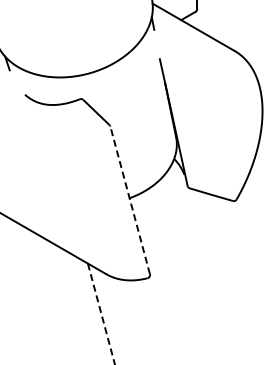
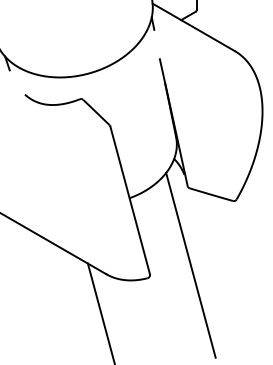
line at (130, 199): dashed -> solid
line at (190, 264): none -> present
line at (101, 314): dashed -> solid
